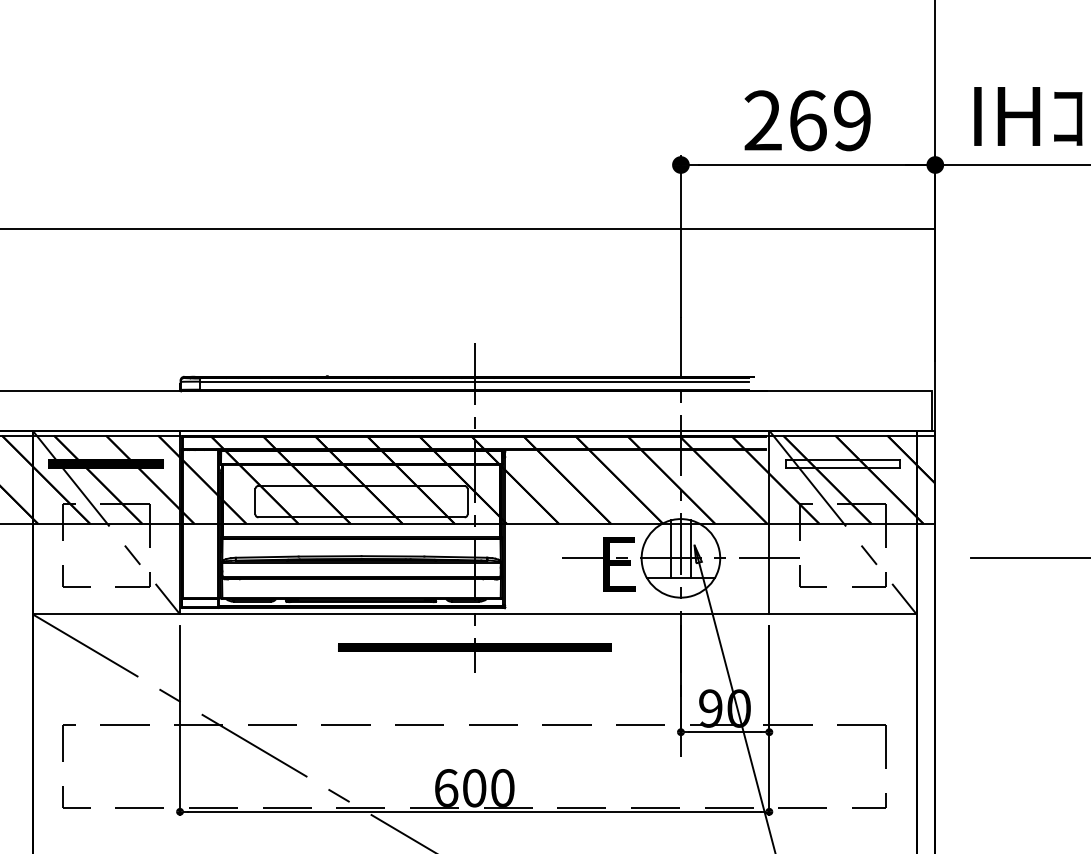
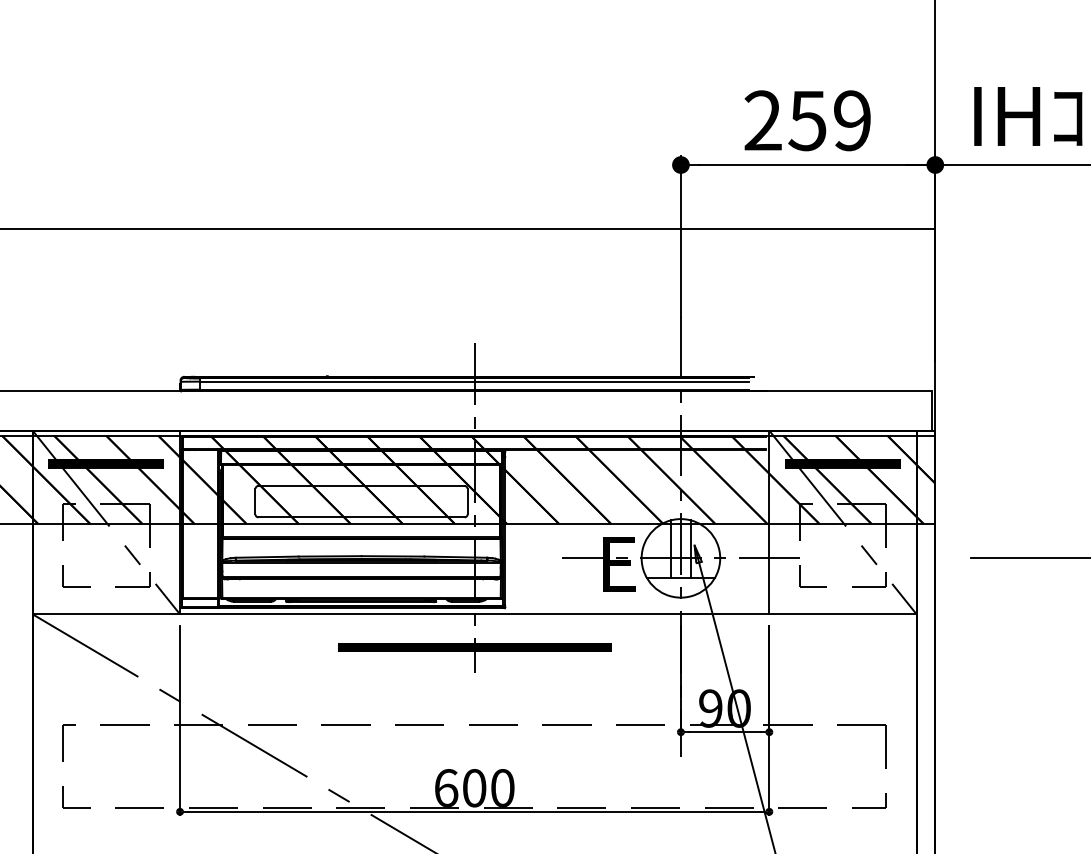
text at (807, 120): 269 -> 259
hatch at (842, 463): none -> present
